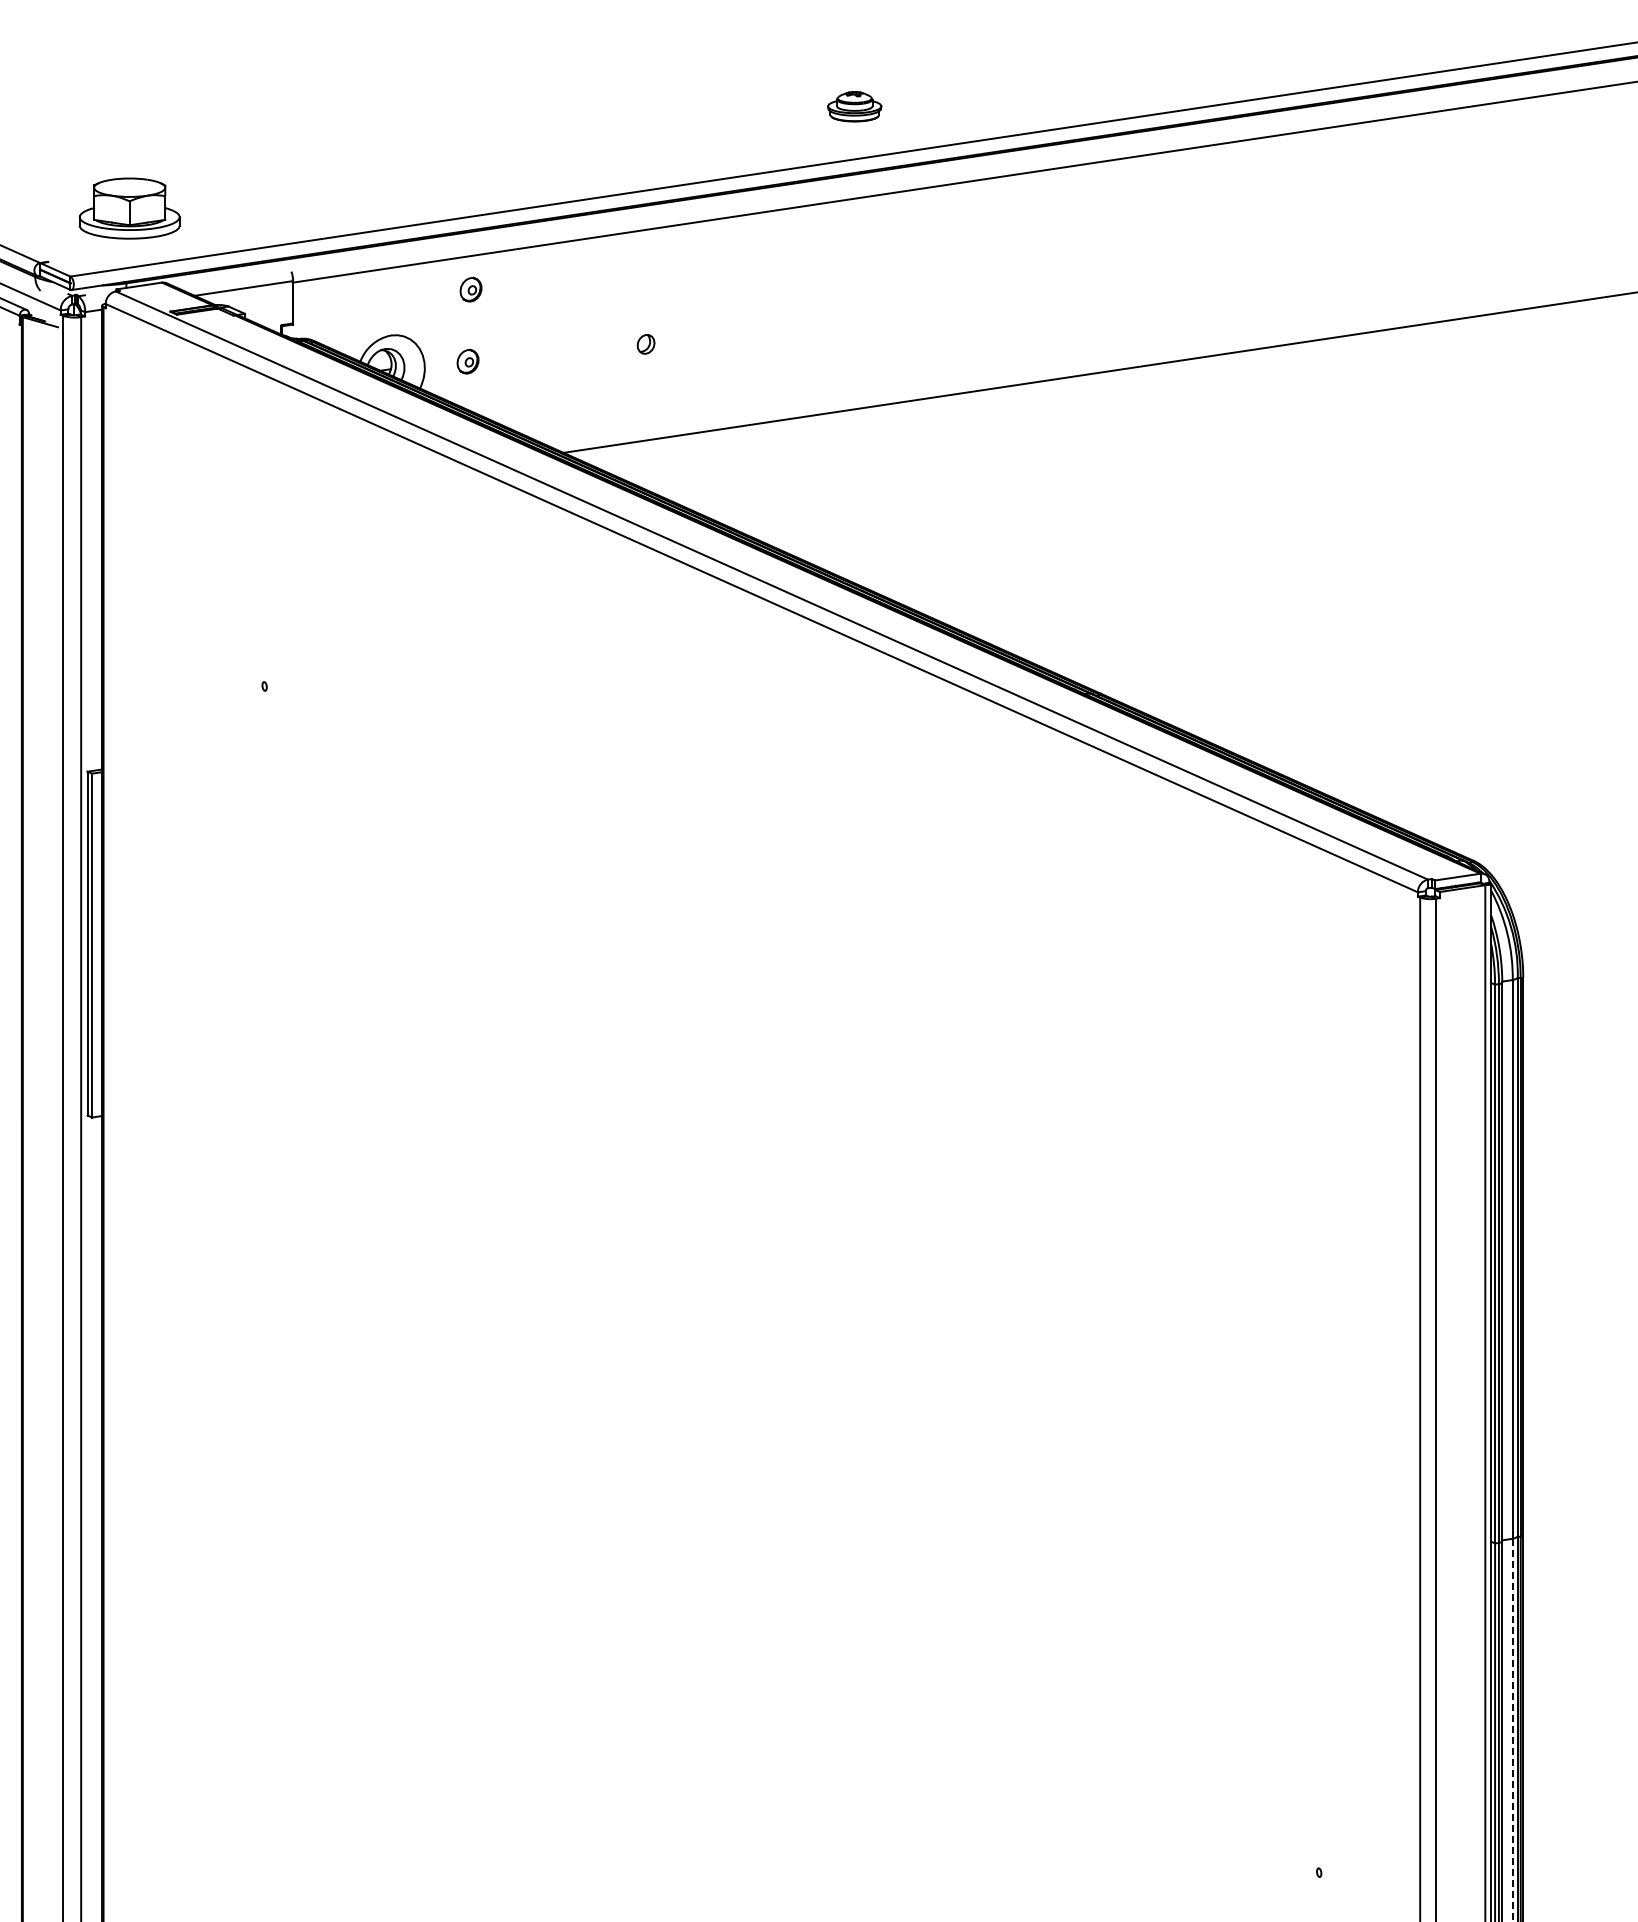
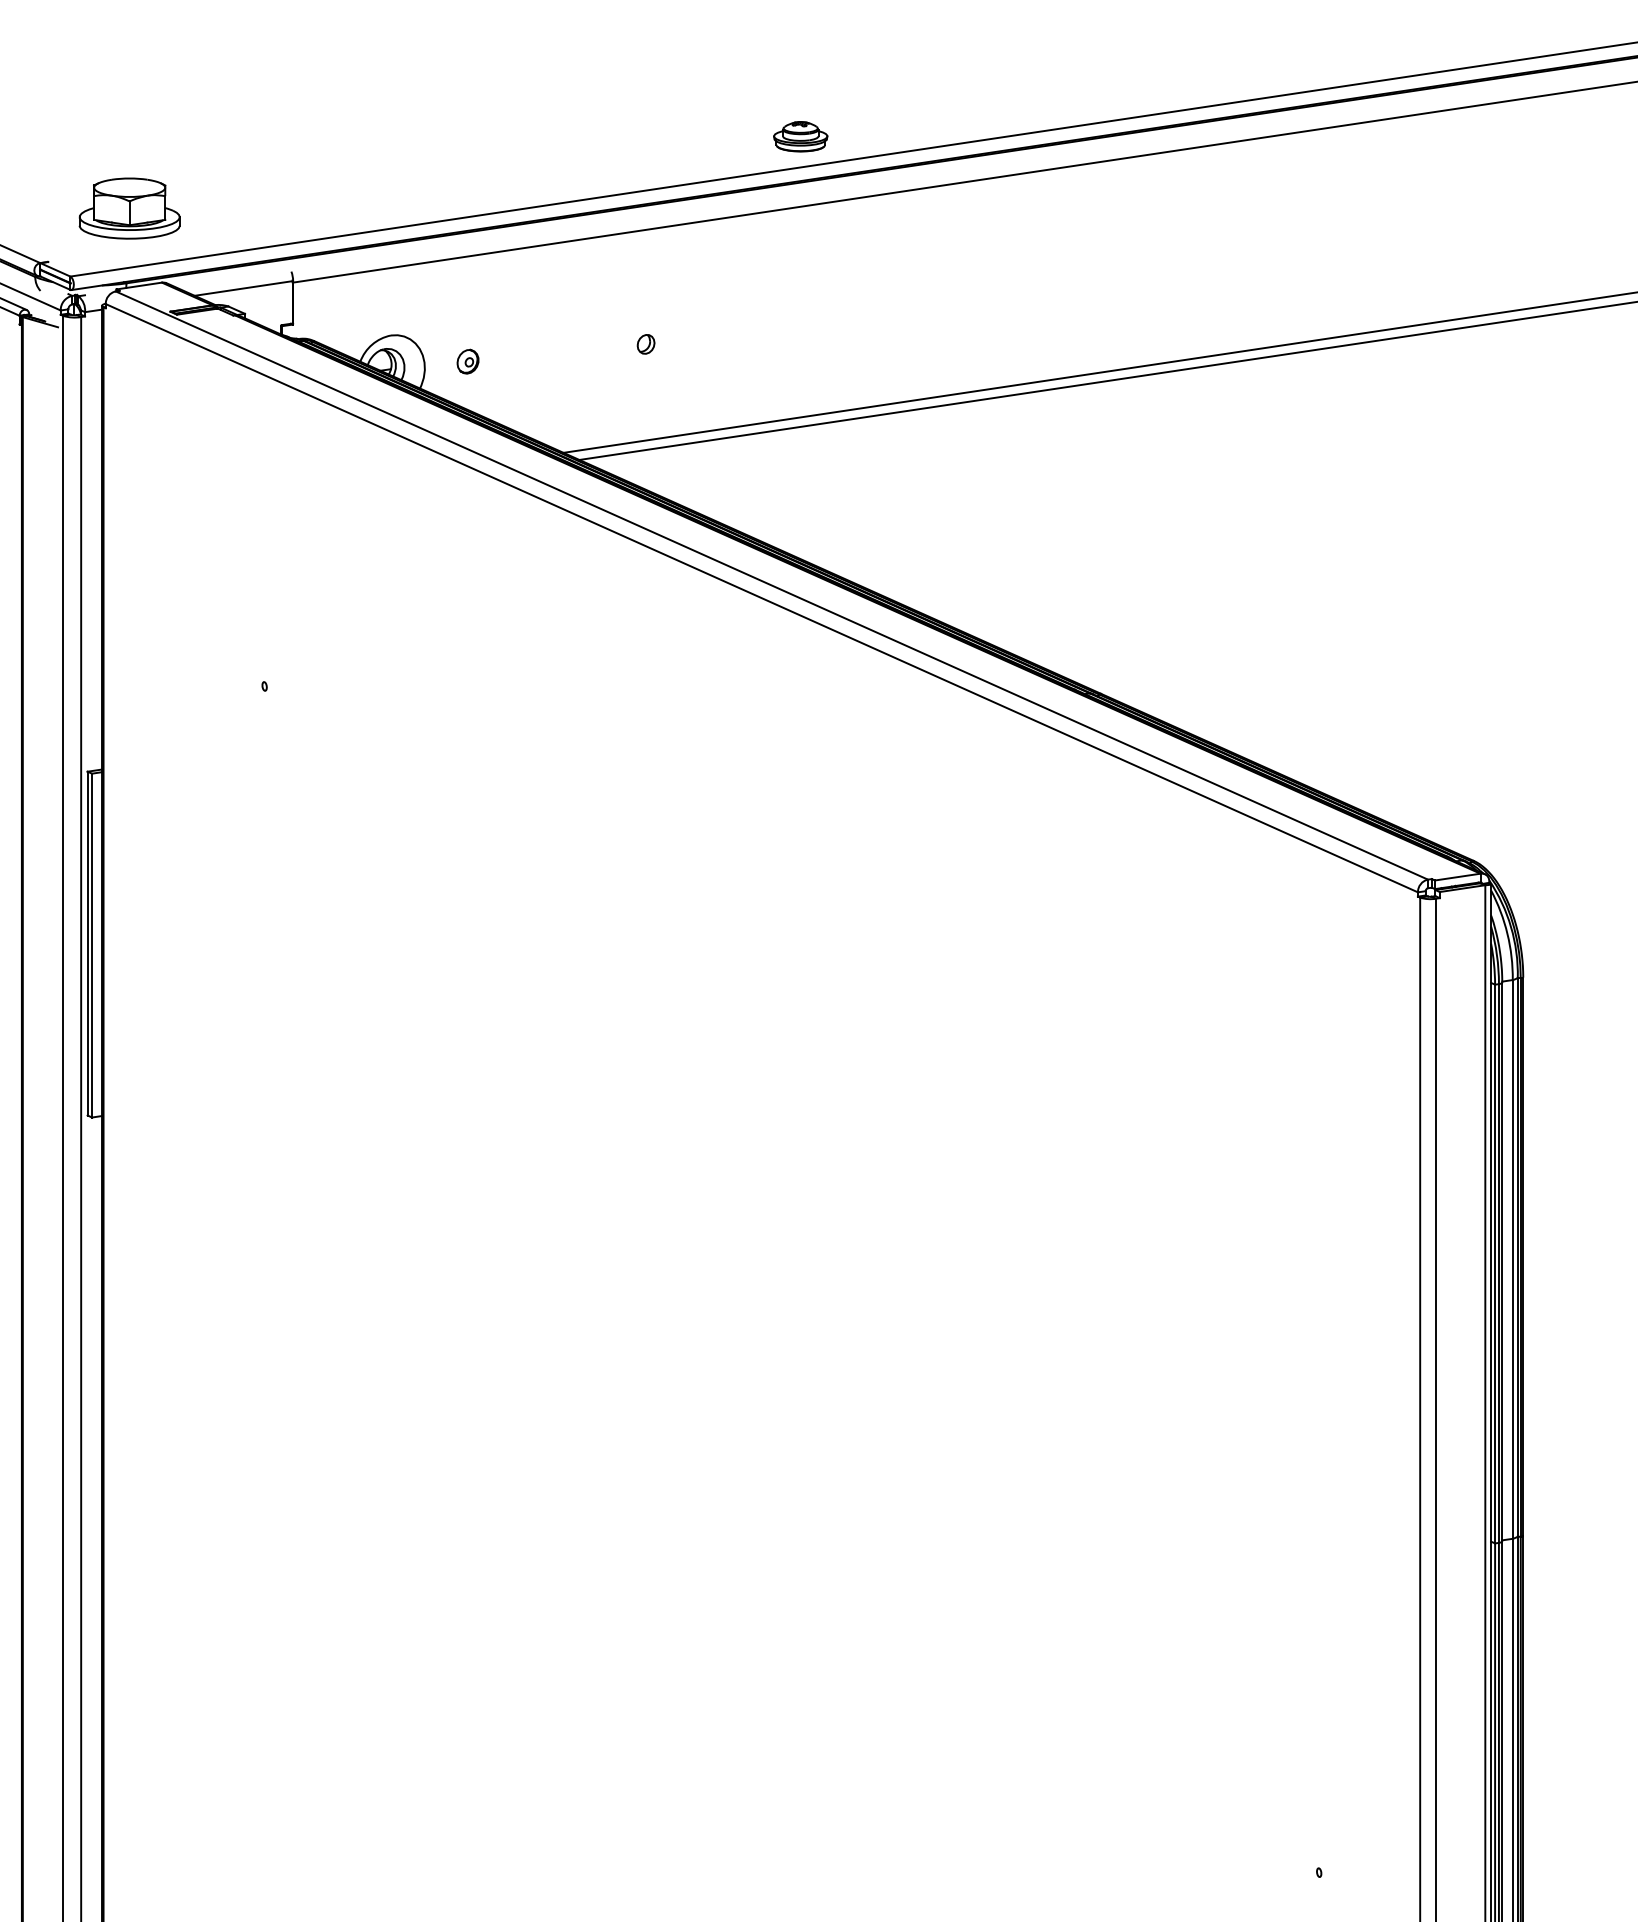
part at (854, 106) position: (854, 106) -> (800, 136)
part at (470, 289): present -> none
line at (1106, 380): none -> present
line at (1512, 1730): dashed -> solid
